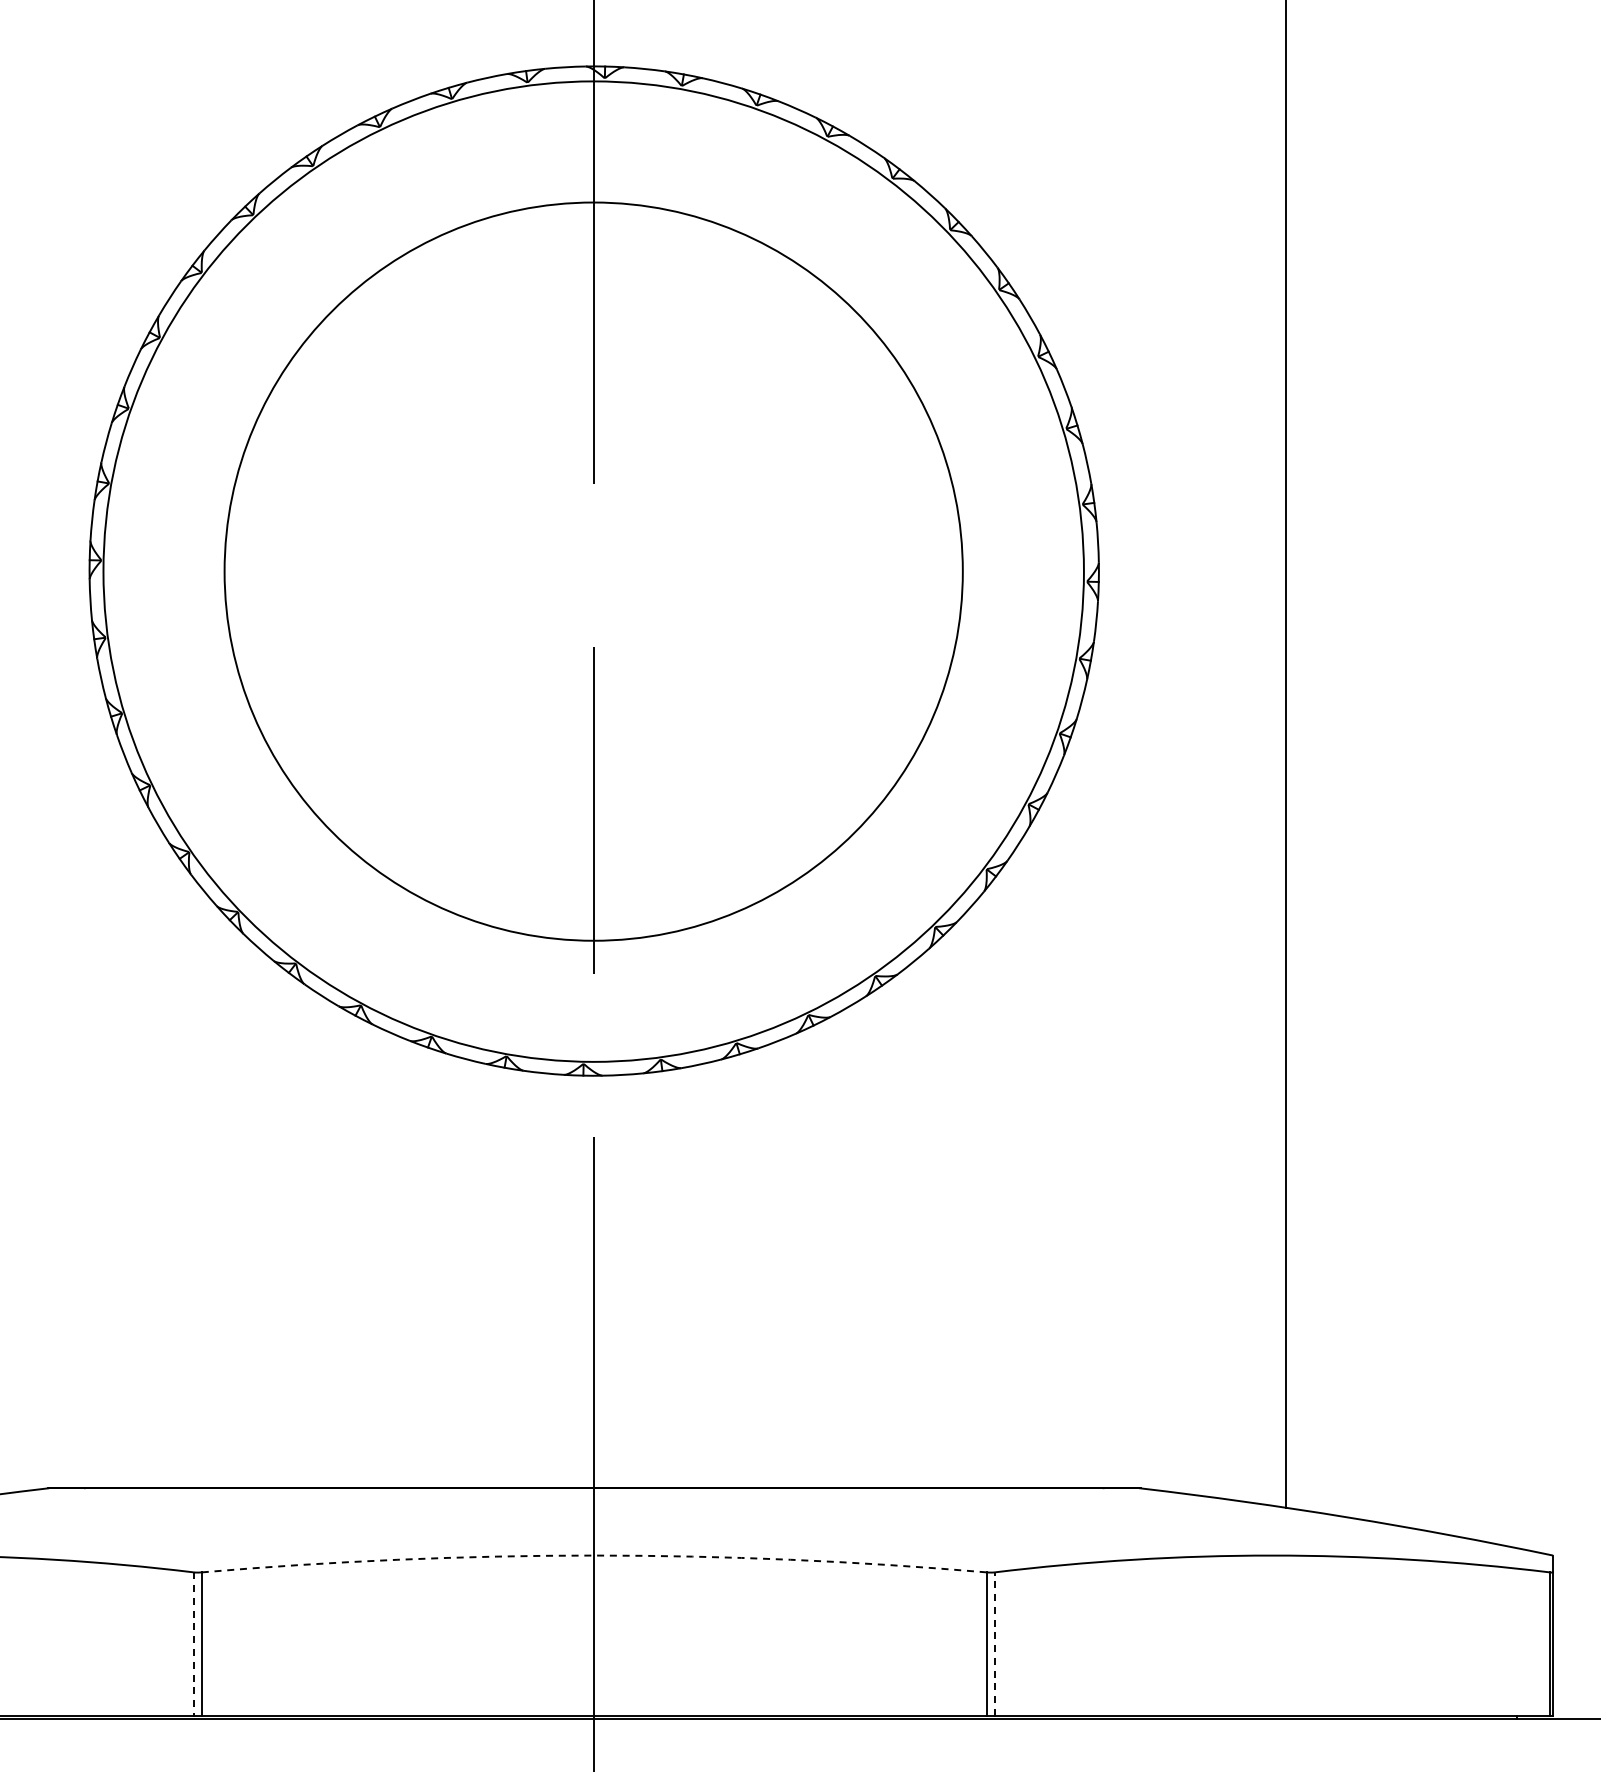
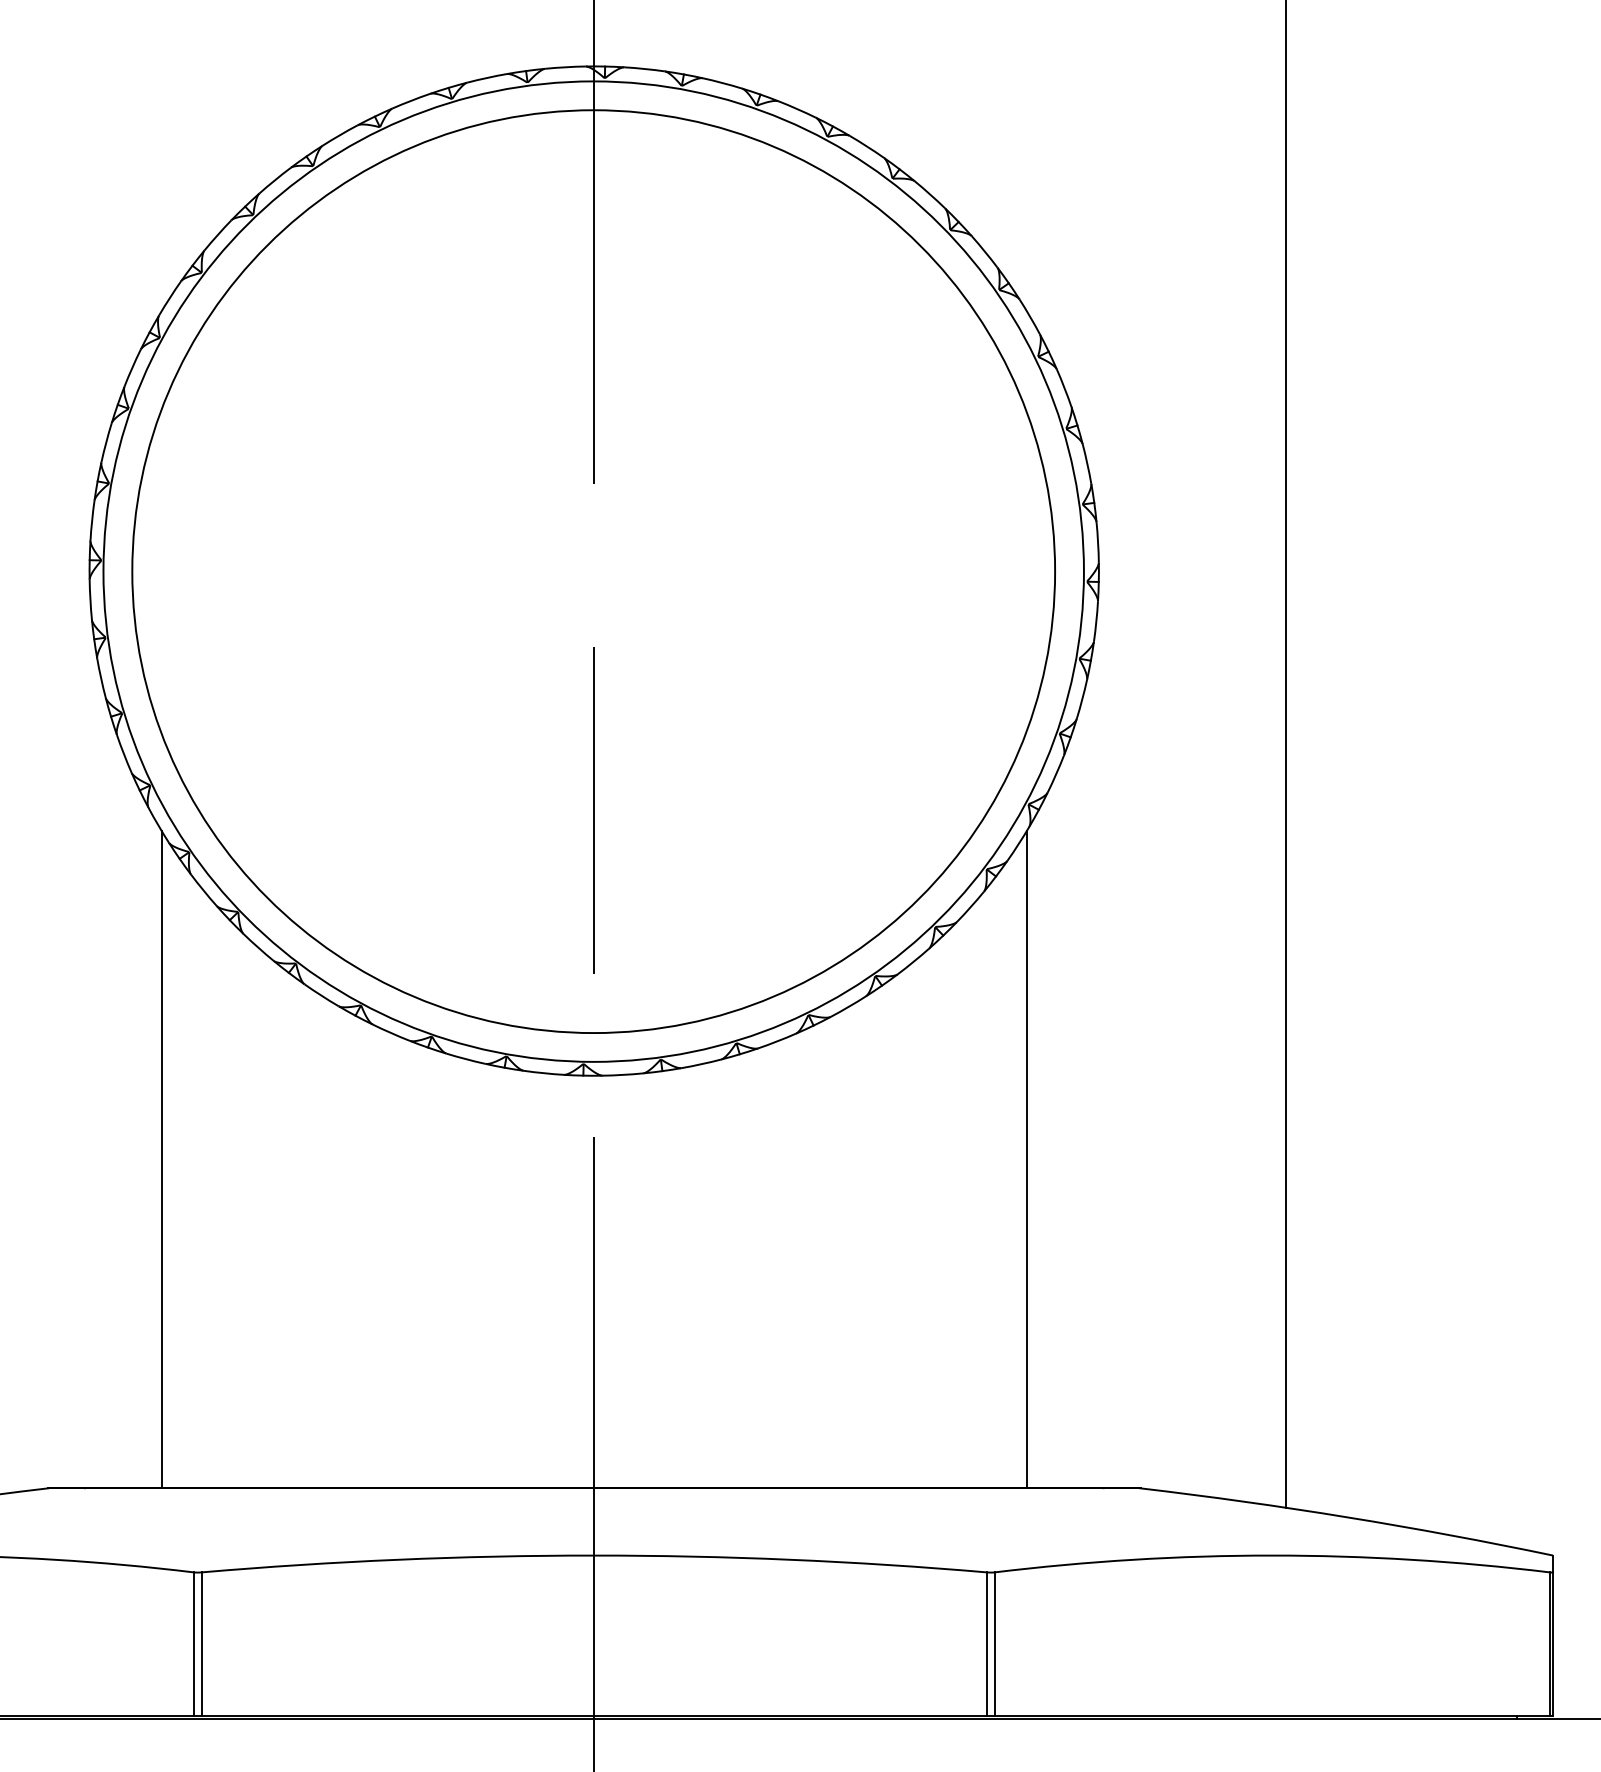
circle at (593, 571) diameter: 738 px -> 923 px
line at (161, 1159): none -> present
line at (1026, 1159): none -> present
arc at (594, 1555): dashed -> solid
line at (193, 1644): dashed -> solid
line at (994, 1644): dashed -> solid
